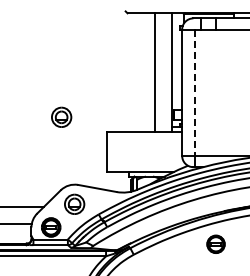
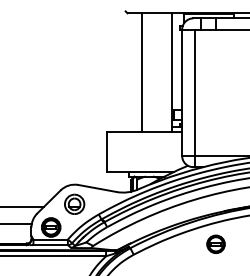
line at (155, 72) position: (155, 72) -> (142, 72)
line at (195, 93): dashed -> solid
part at (61, 116): present -> none
